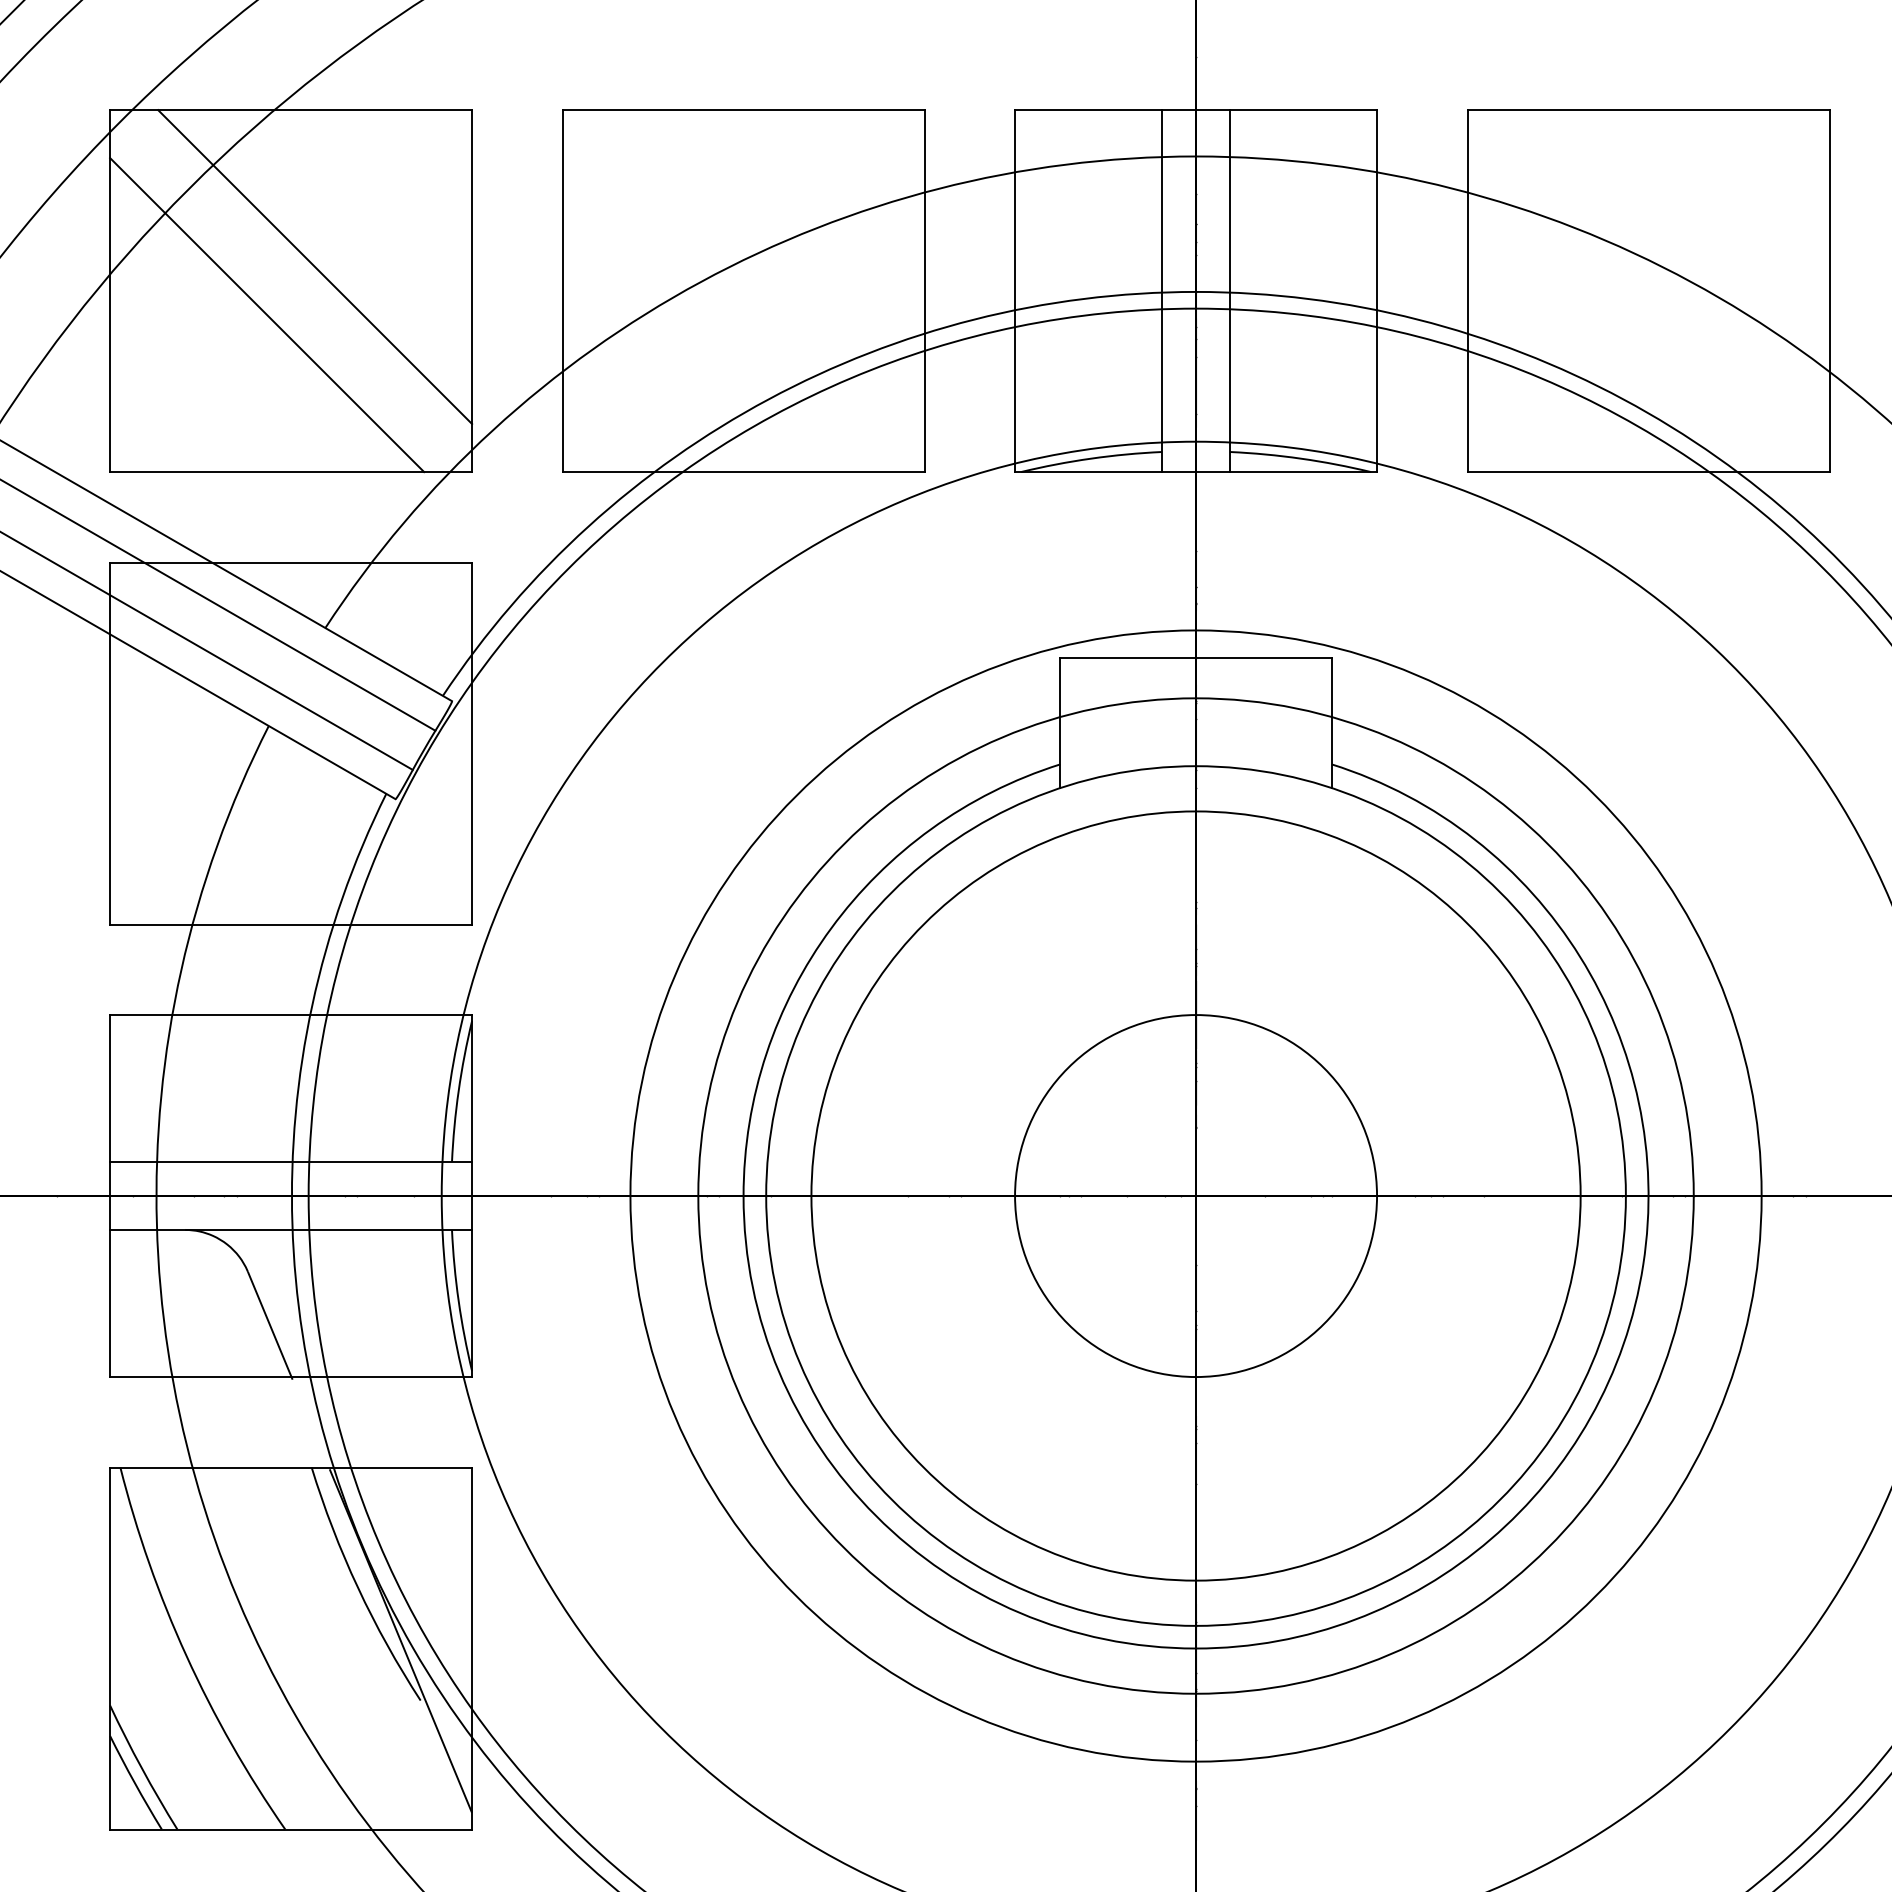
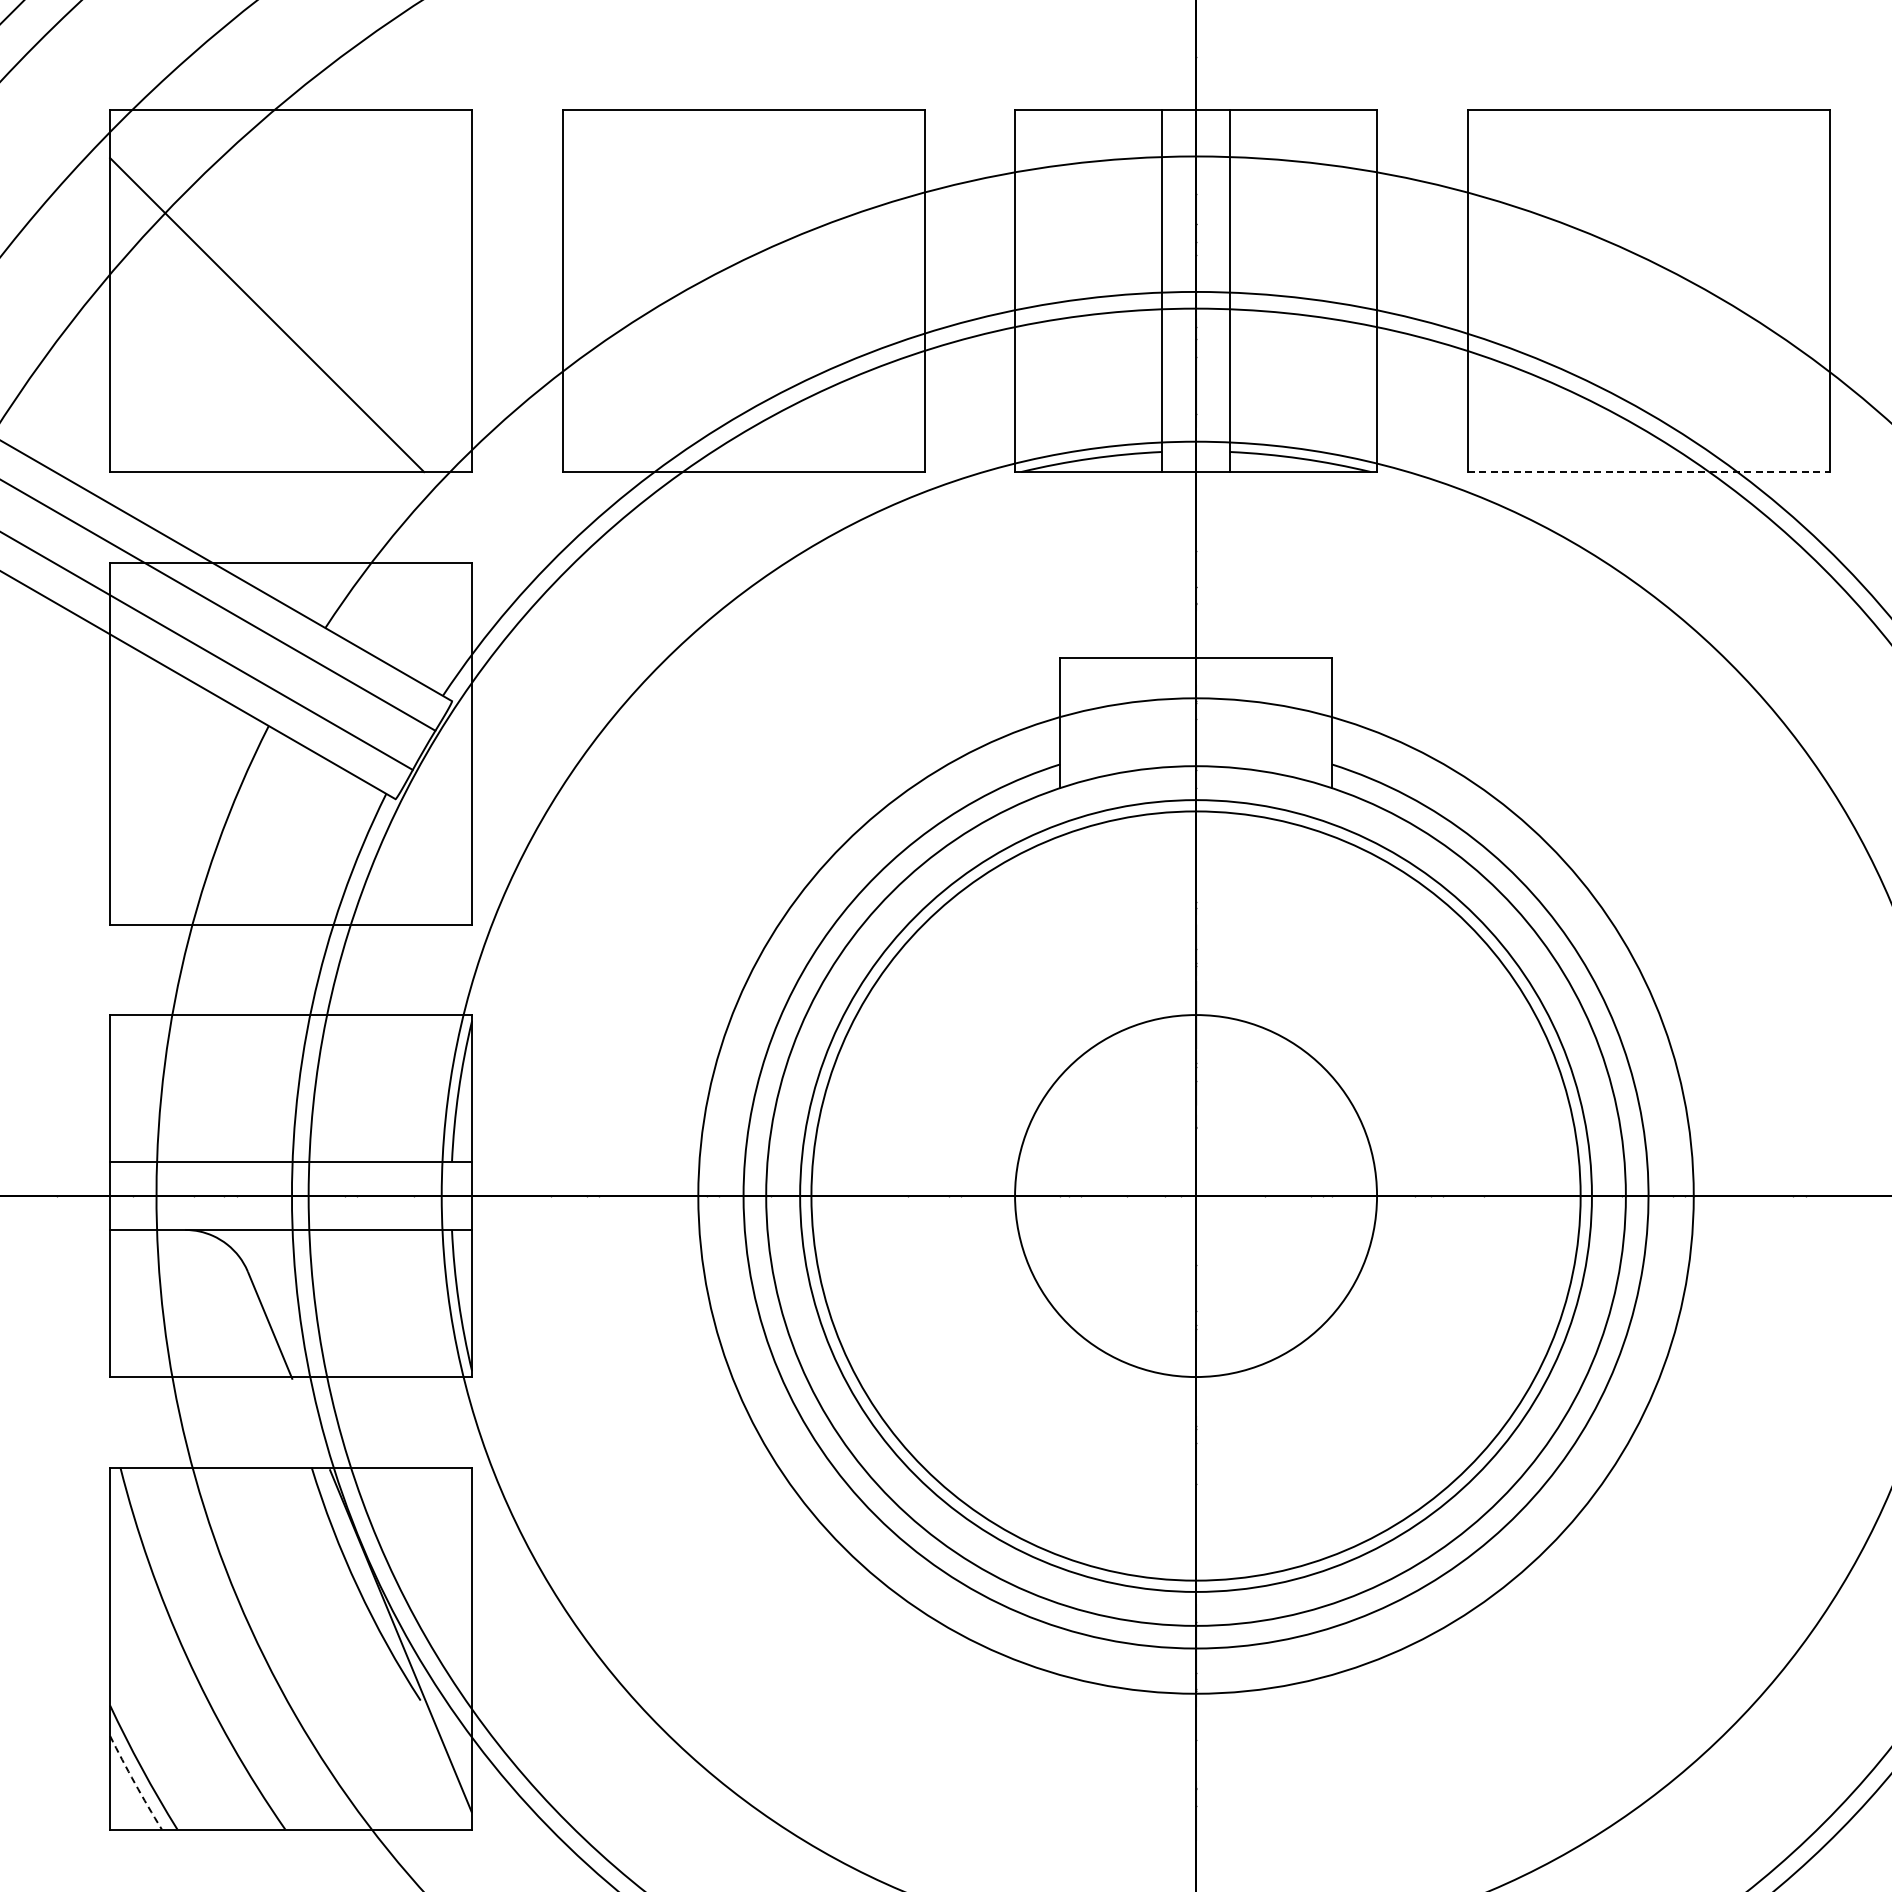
line at (315, 267): present -> none
line at (1648, 472): solid -> dashed
circle at (1195, 1195) diameter: 1131 px -> 792 px
arc at (134, 1783): solid -> dashed
